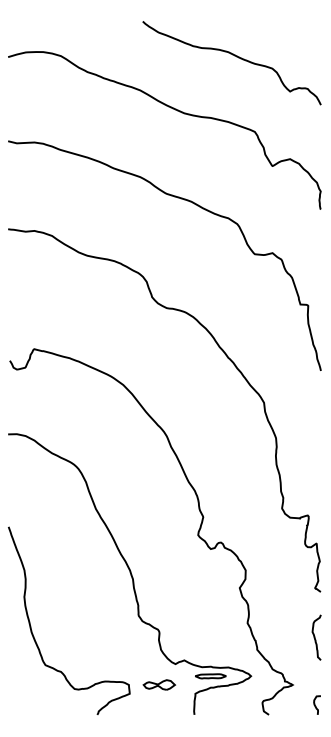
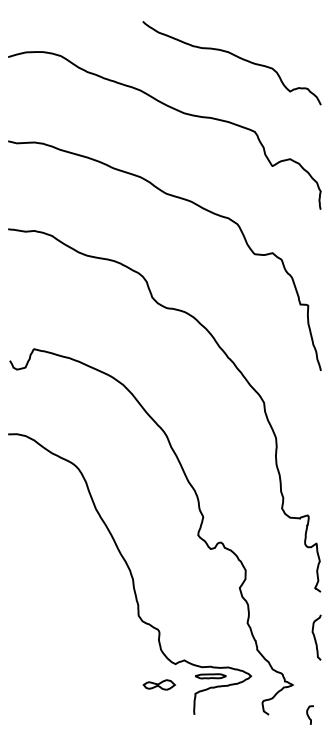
curve at (33, 633): present -> none
curve at (315, 704) position: (315, 704) -> (308, 714)
